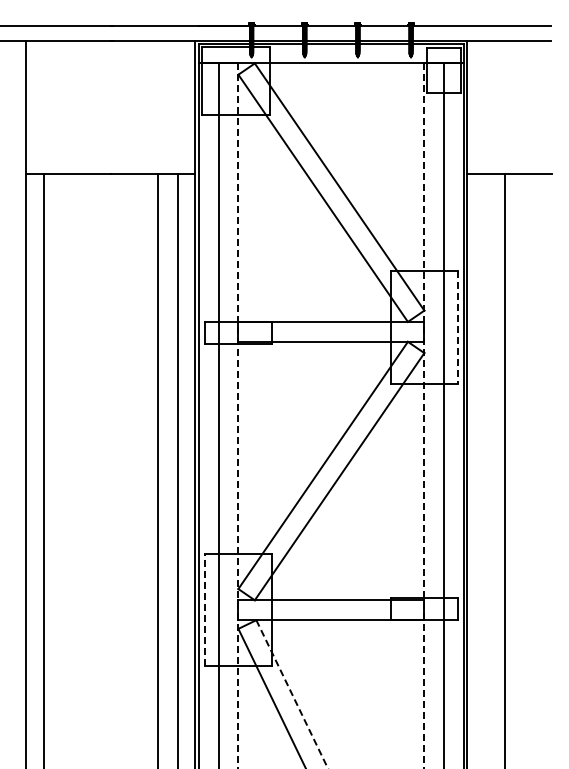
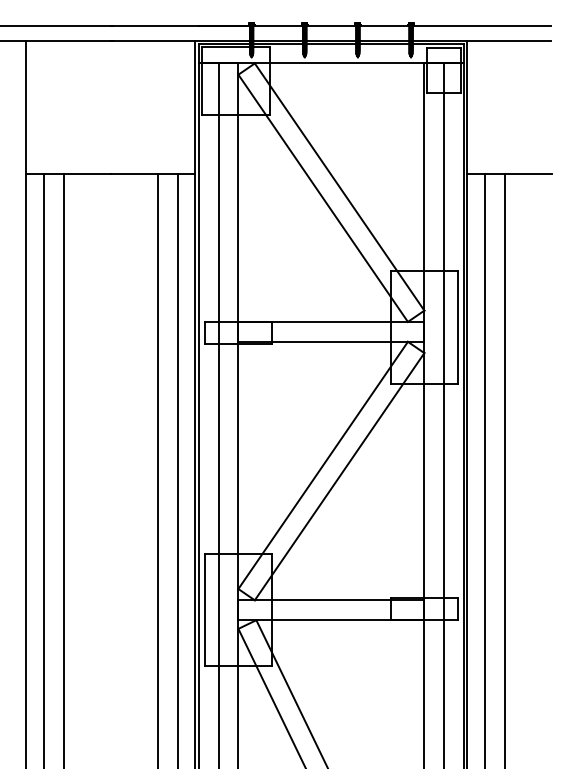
line at (458, 327): dashed -> solid
line at (238, 415): dashed -> solid
line at (424, 416): dashed -> solid
line at (63, 469): none -> present
line at (485, 469): none -> present
line at (204, 609): dashed -> solid
line at (292, 694): dashed -> solid
